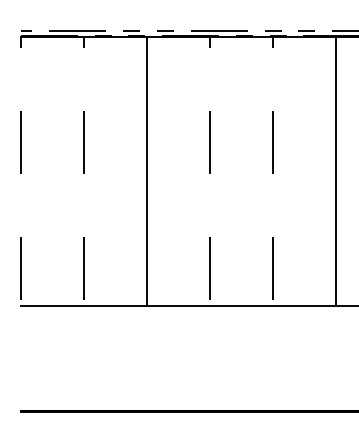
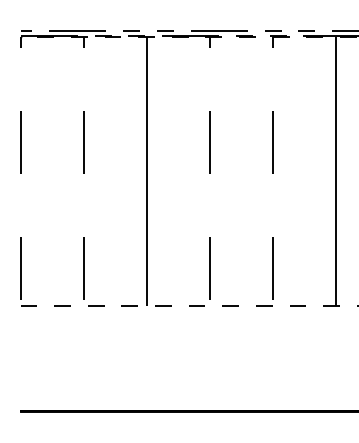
line at (189, 37): solid -> dashed
line at (189, 306): solid -> dashed
